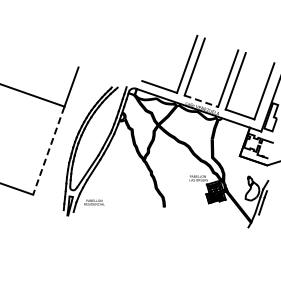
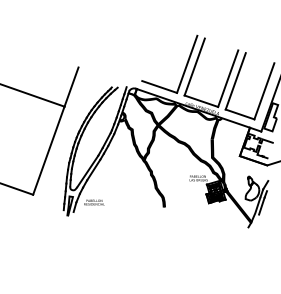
line at (201, 101): dashed -> solid
line at (48, 150): dashed -> solid
